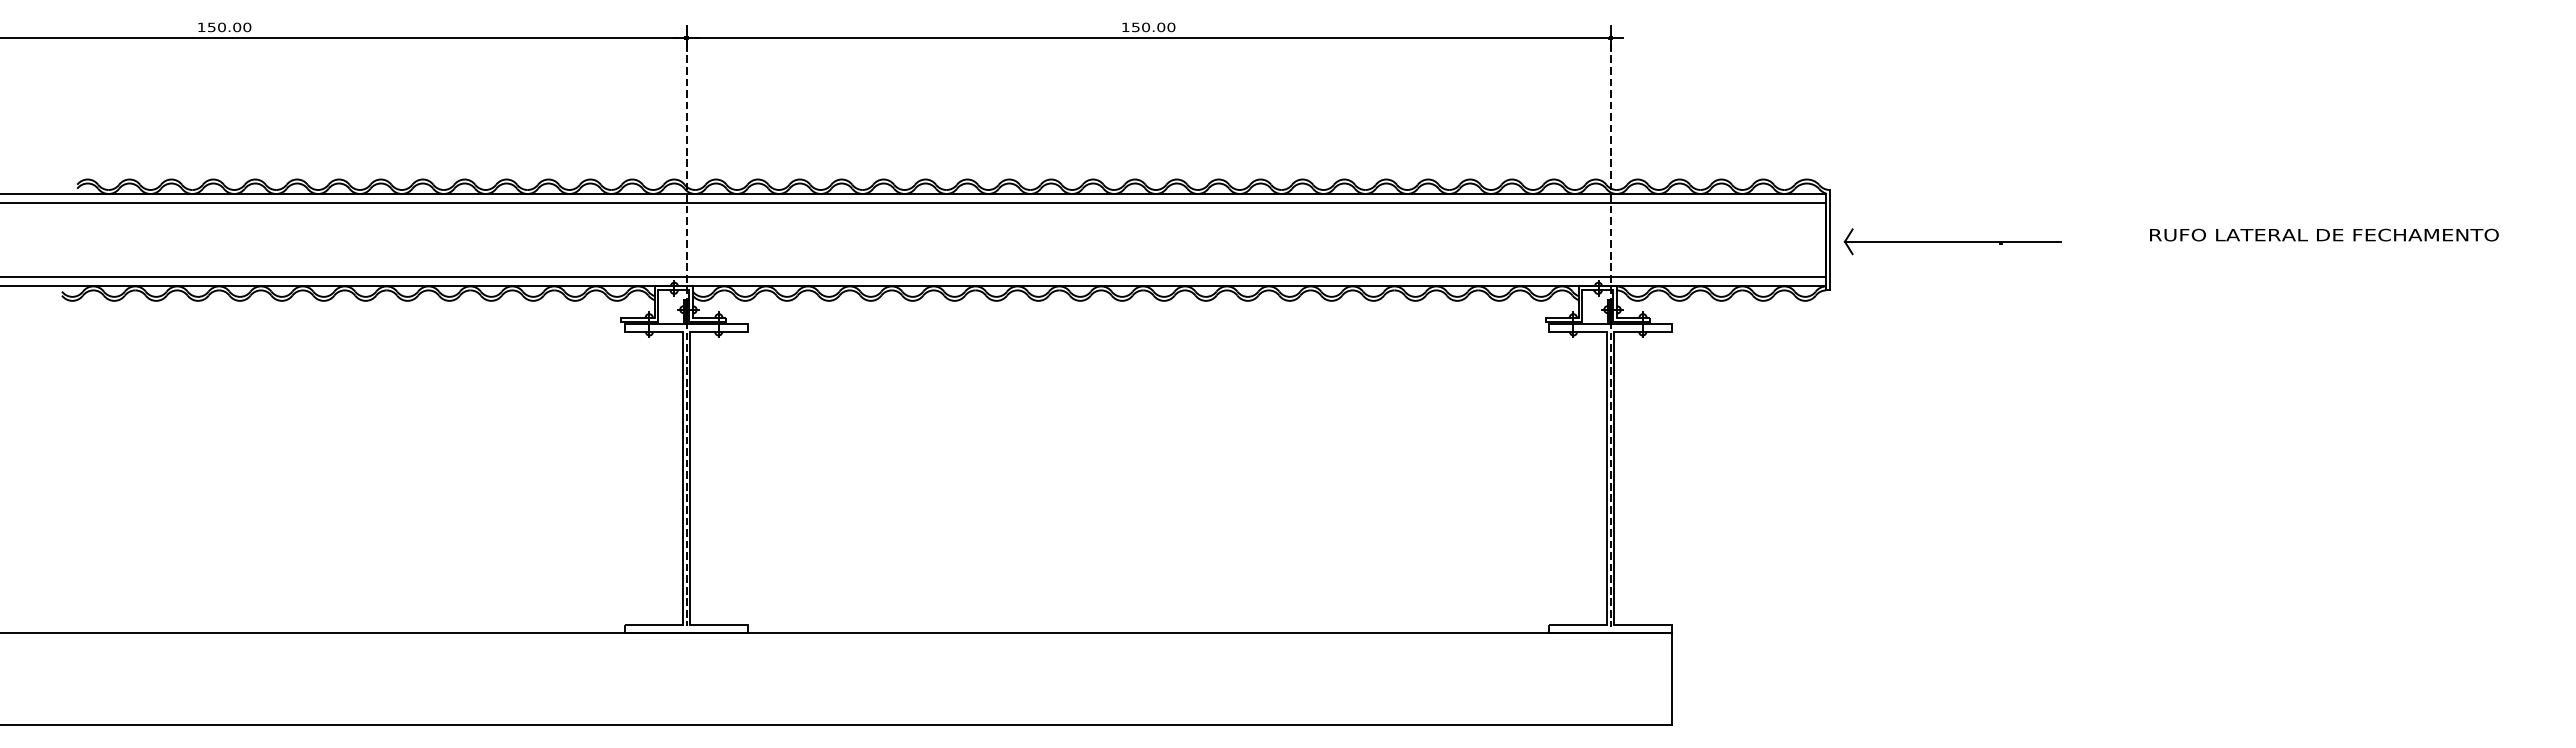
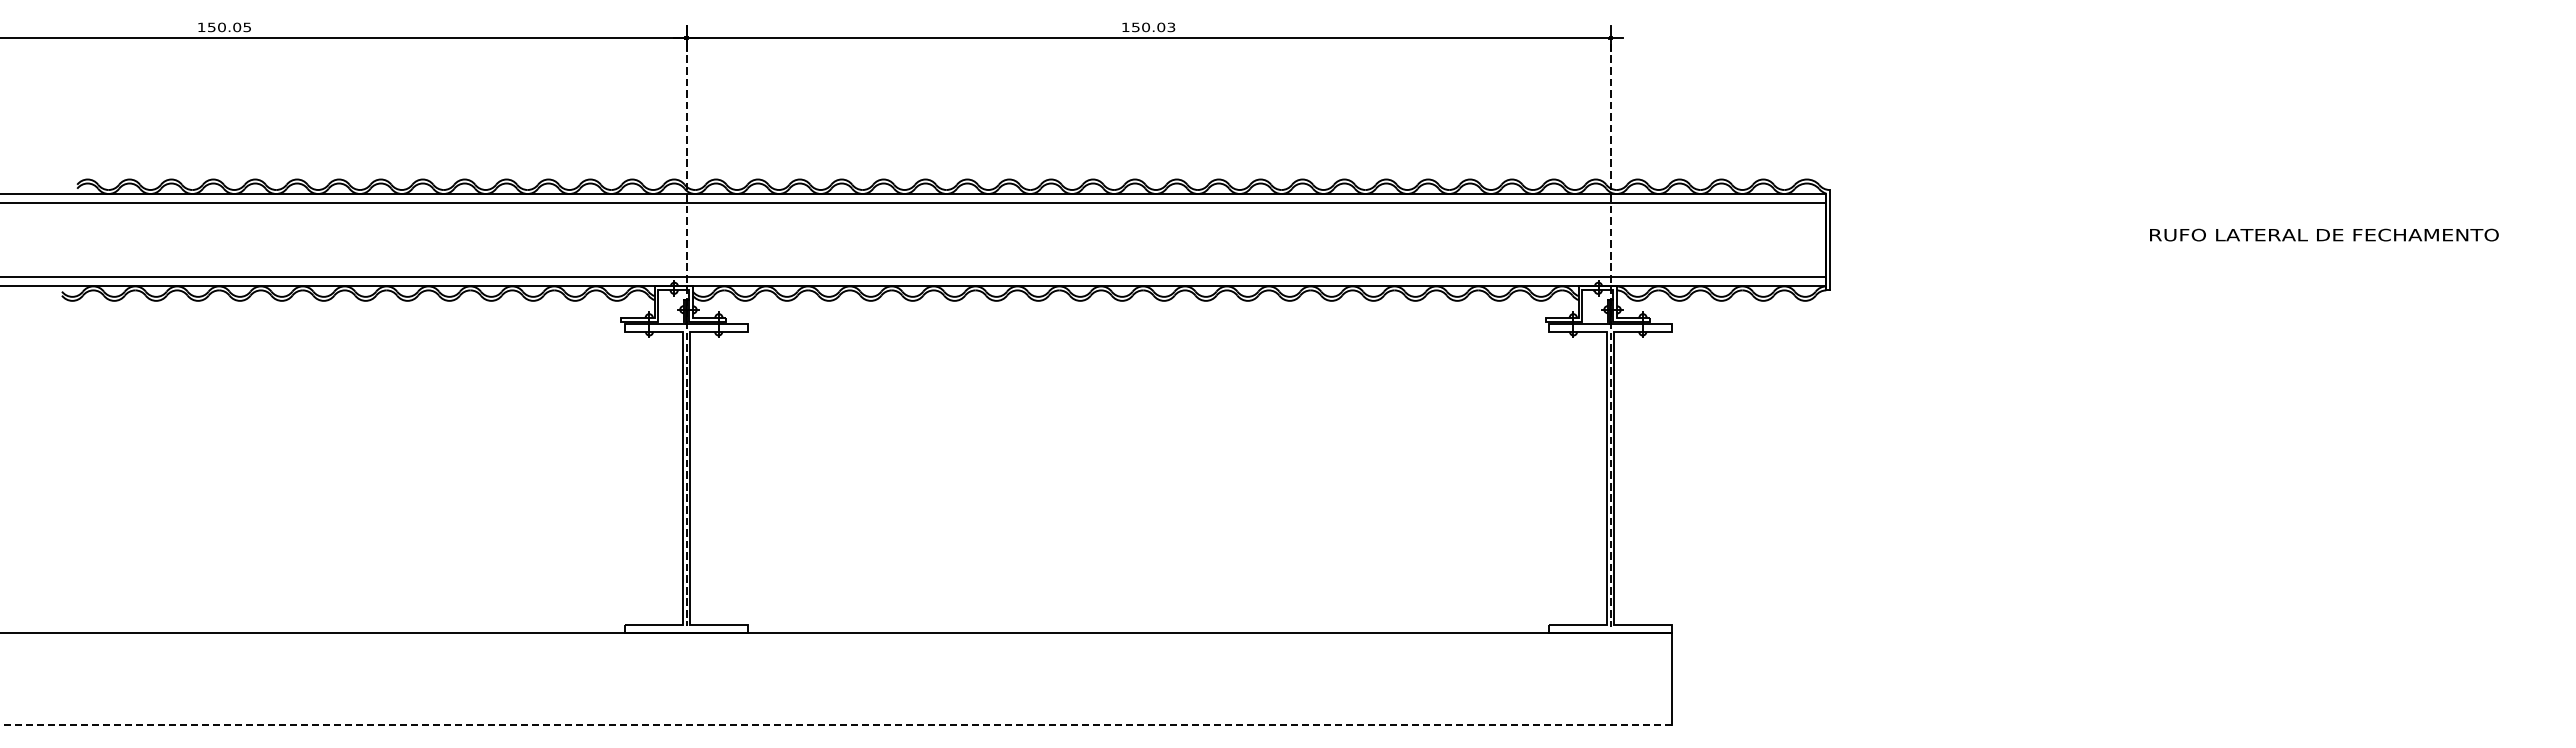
text at (247, 27): 150.00 -> 150.05
text at (1171, 27): 150.00 -> 150.03
part at (1952, 241): present -> none
line at (836, 725): solid -> dashed
